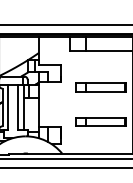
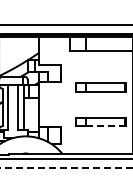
line at (105, 126): solid -> dashed
line at (65, 167): solid -> dashed
